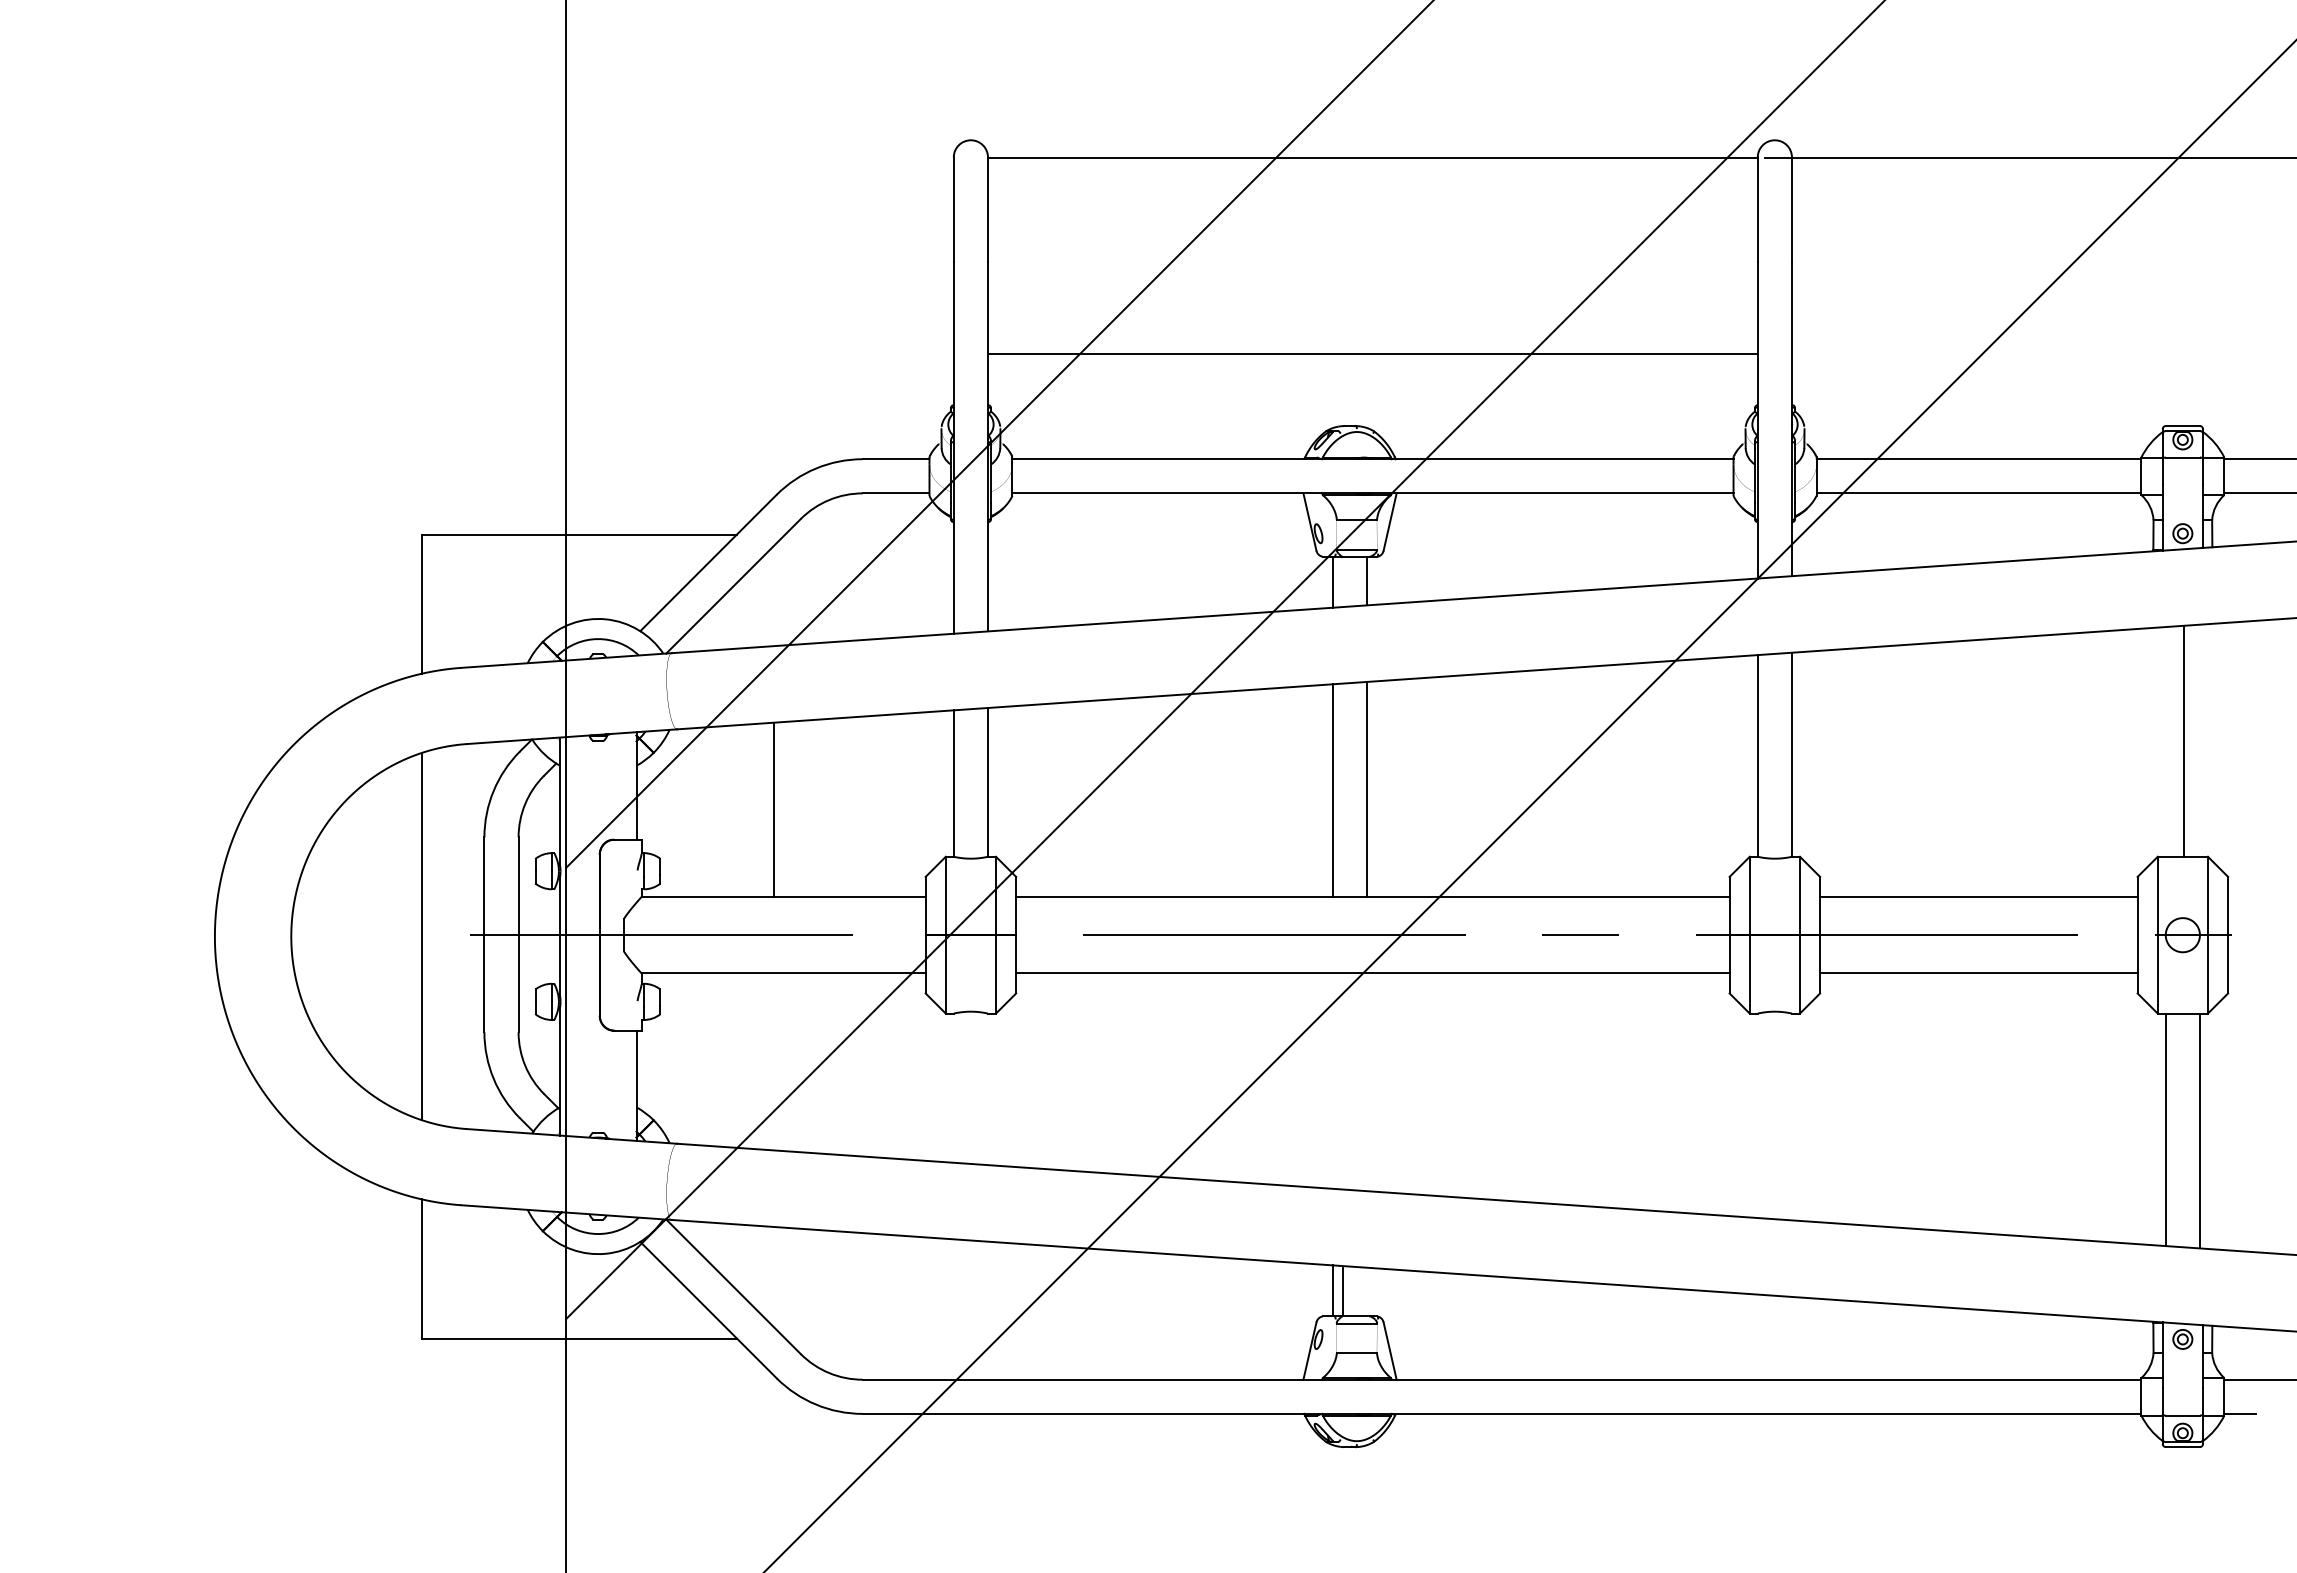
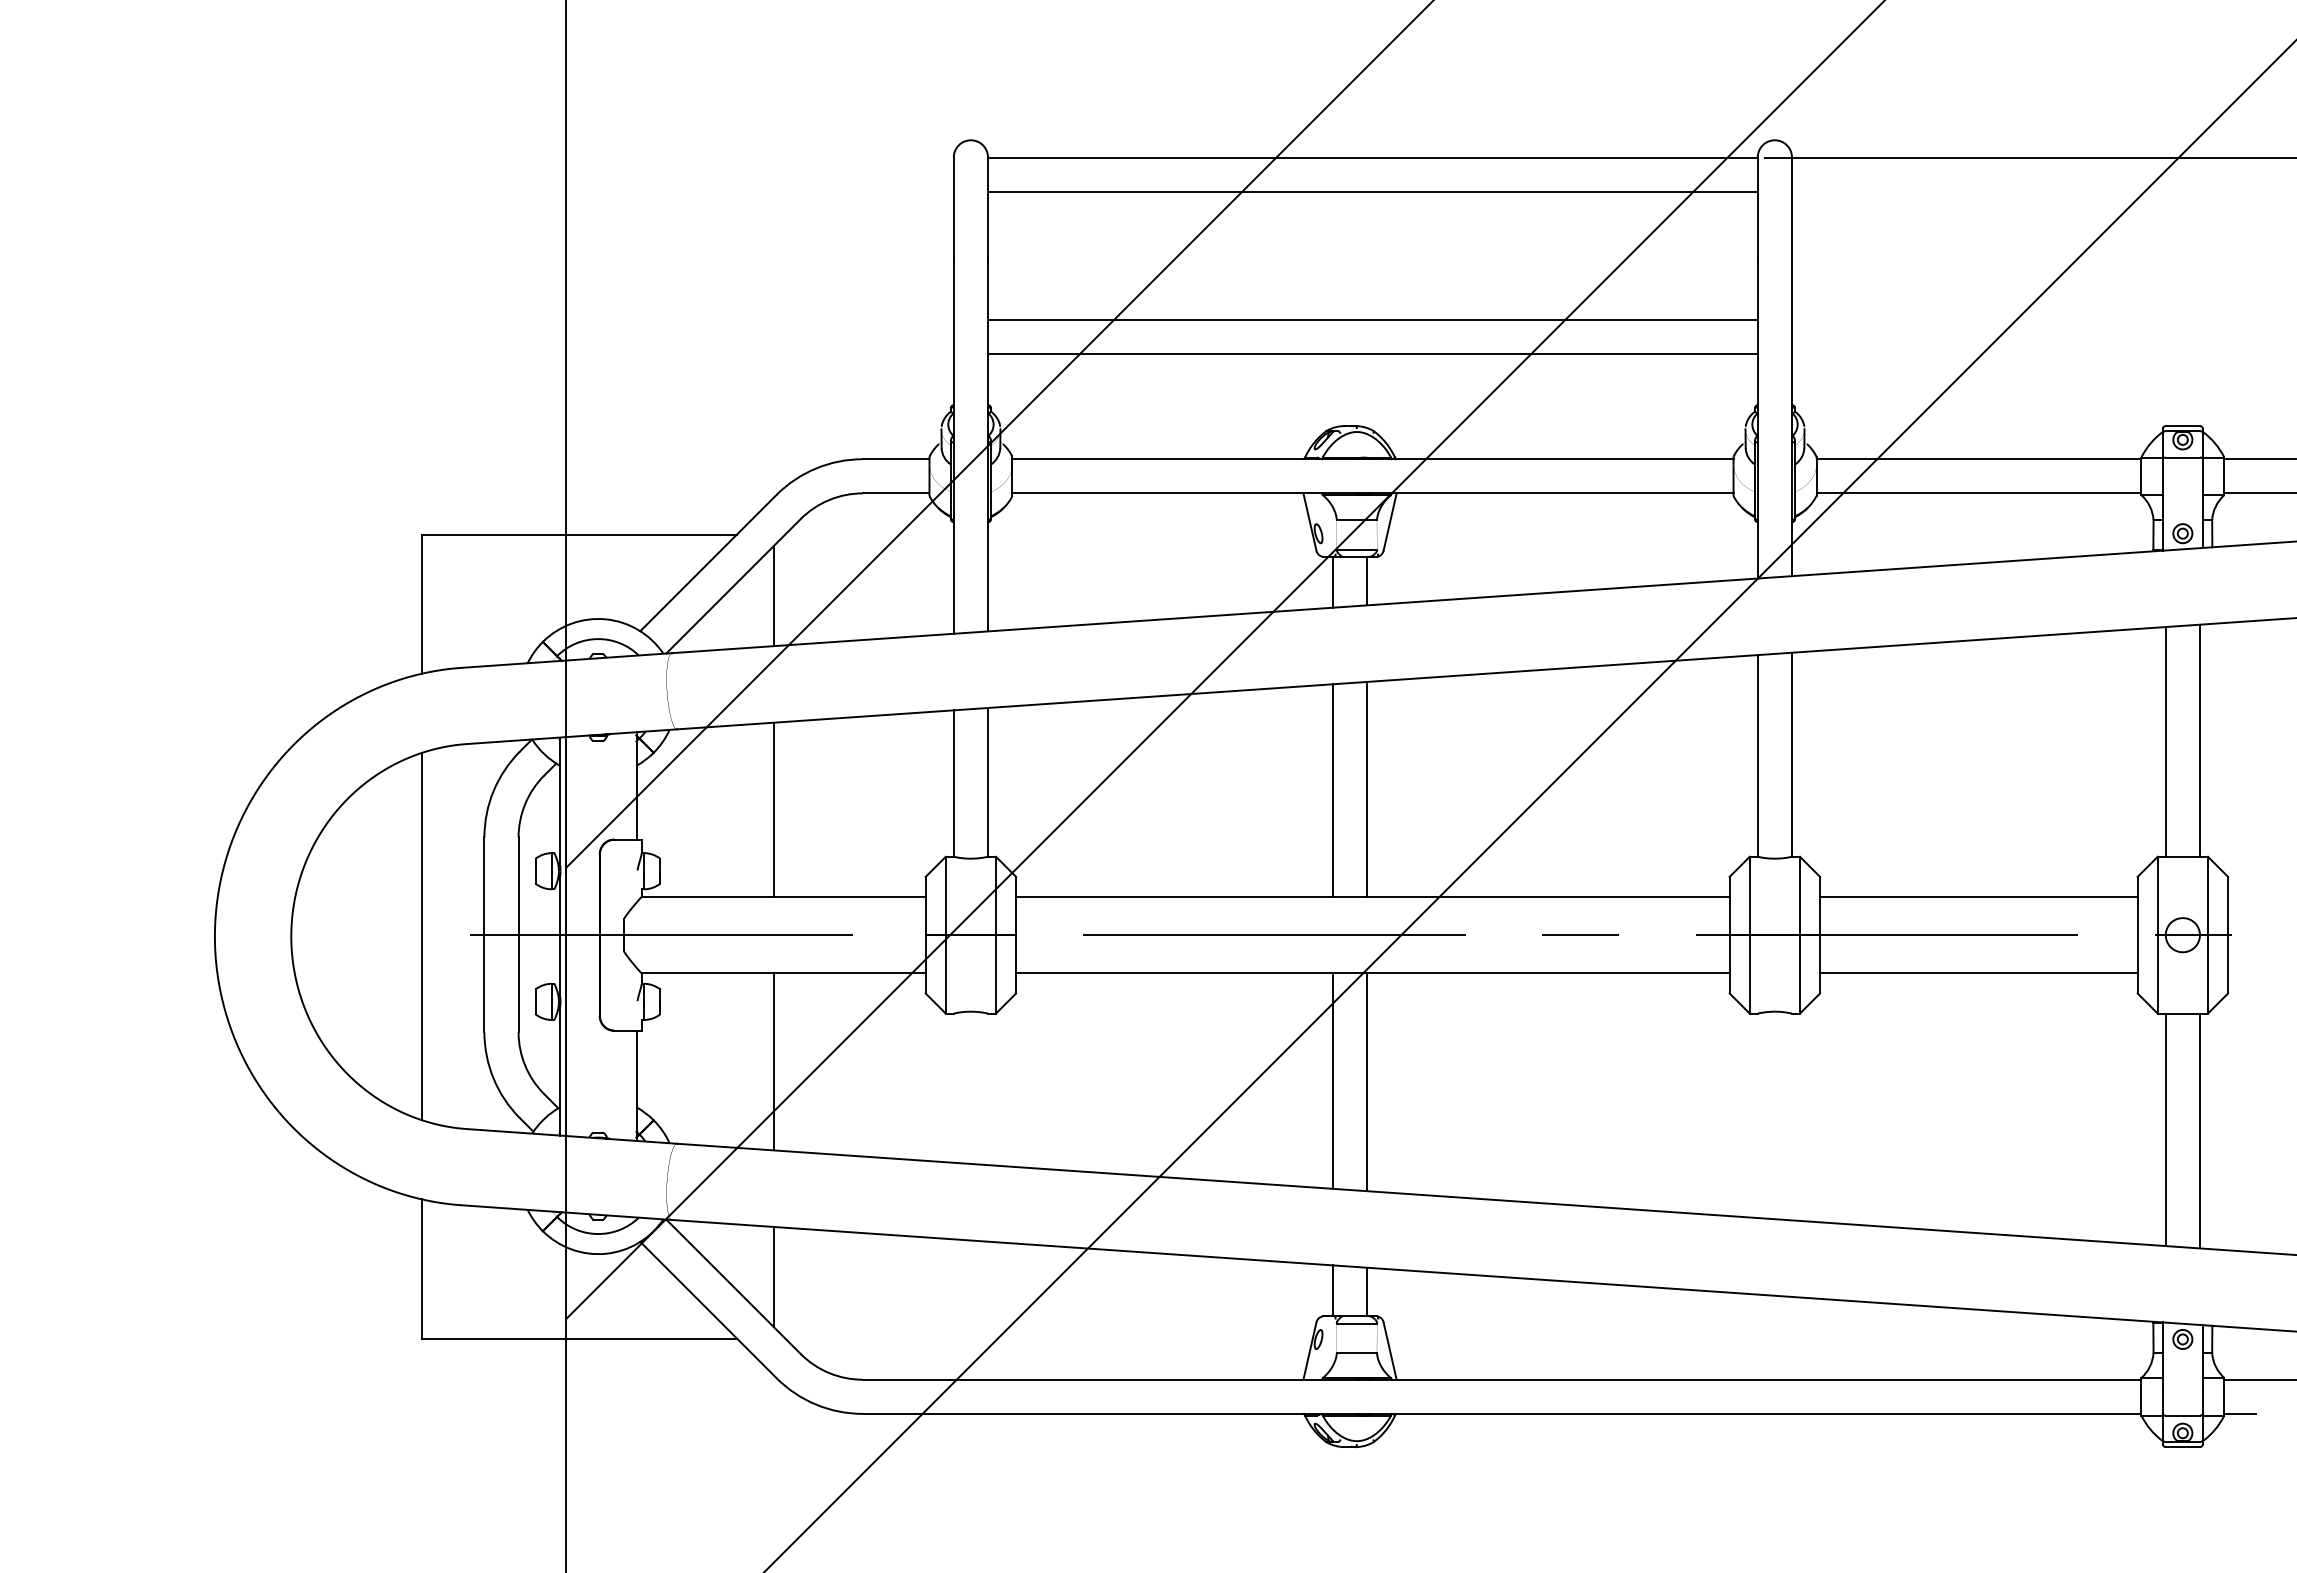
line at (1372, 192): none -> present
line at (1372, 319): none -> present
line at (774, 595): none -> present
line at (2199, 740): none -> present
line at (2183, 741) position: (2183, 741) -> (2165, 741)
line at (774, 1061): none -> present
line at (1332, 1080): none -> present
line at (1367, 1082): none -> present
line at (774, 1276): none -> present
line at (1343, 1291) position: (1343, 1291) -> (1367, 1291)
